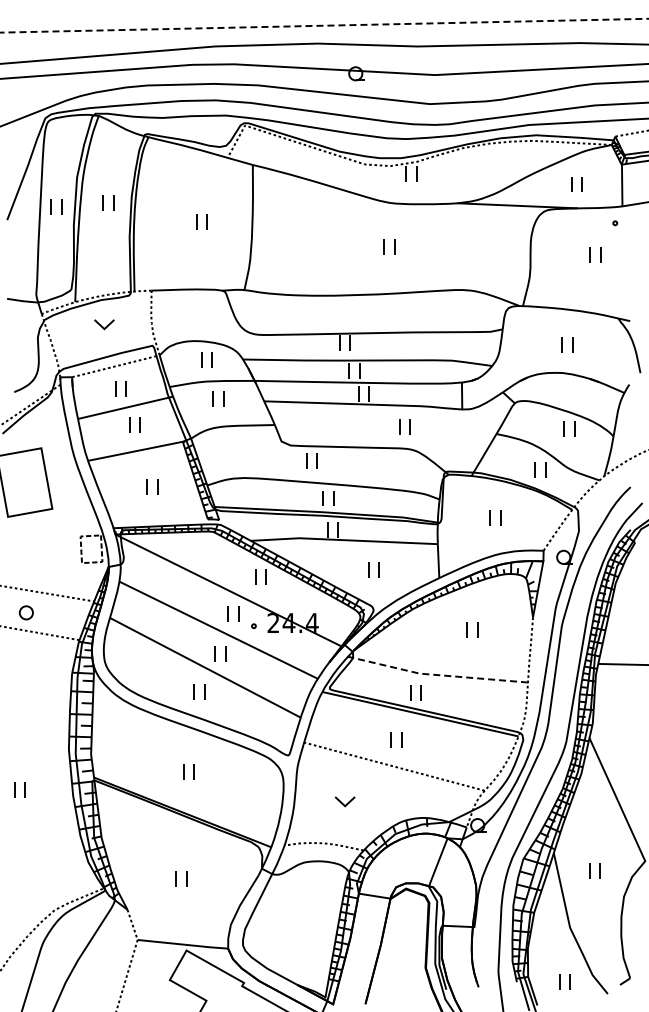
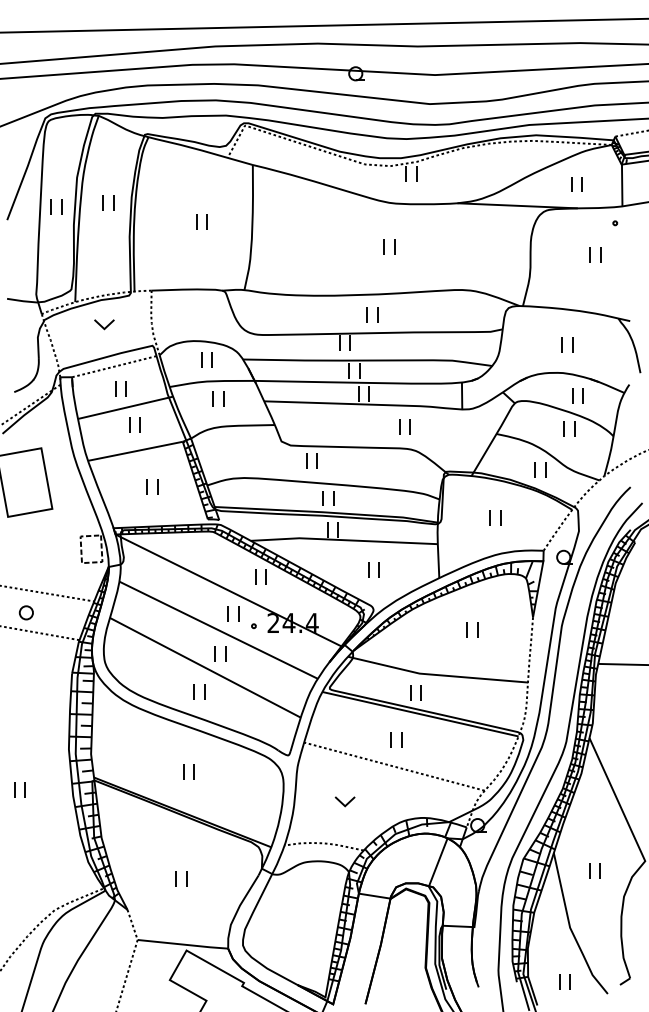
line at (325, 25): dashed -> solid
part at (372, 314): none -> present
part at (577, 395): none -> present
line at (436, 675): dashed -> solid
